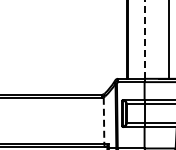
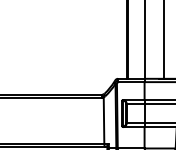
line at (144, 39): dashed -> solid
line at (168, 40) position: (168, 40) -> (163, 40)
line at (104, 120): dashed -> solid
